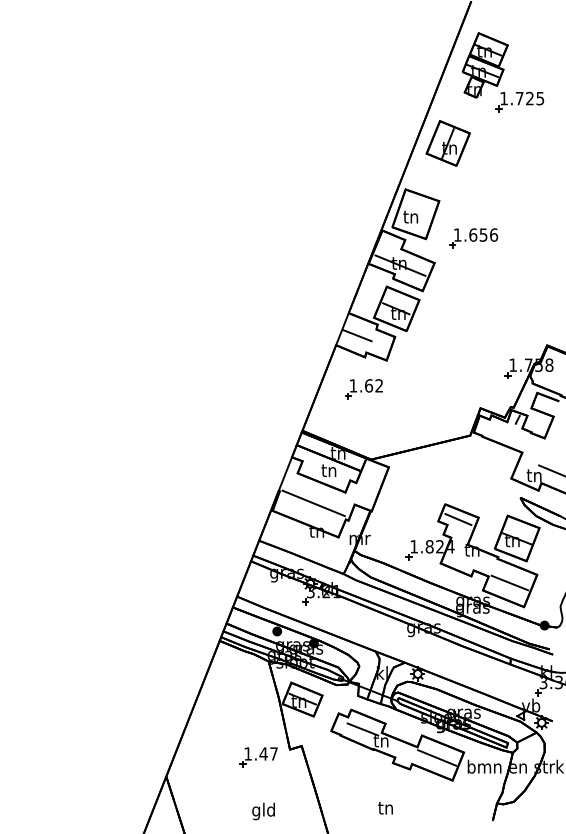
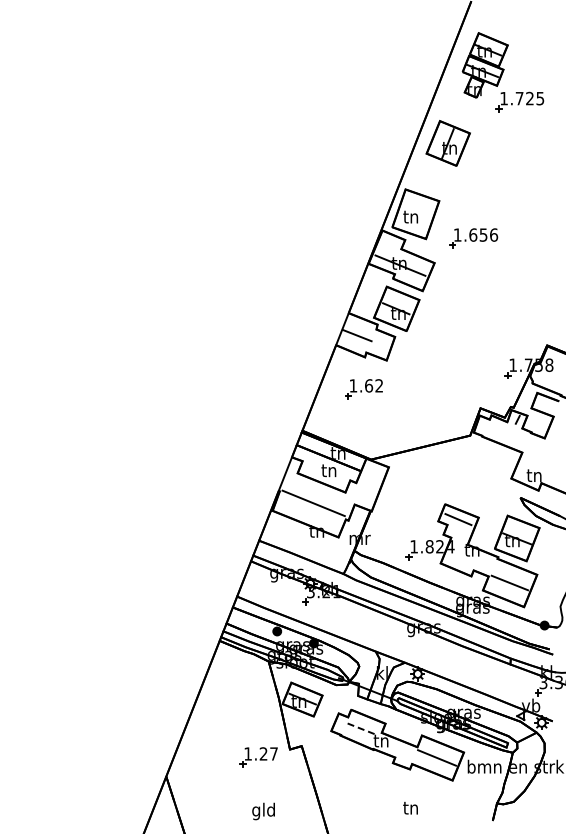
line at (550, 470): present -> none
line at (363, 729): solid -> dashed
text at (263, 753): 1.47 -> 1.27
text at (385, 808) position: (385, 808) -> (410, 808)
